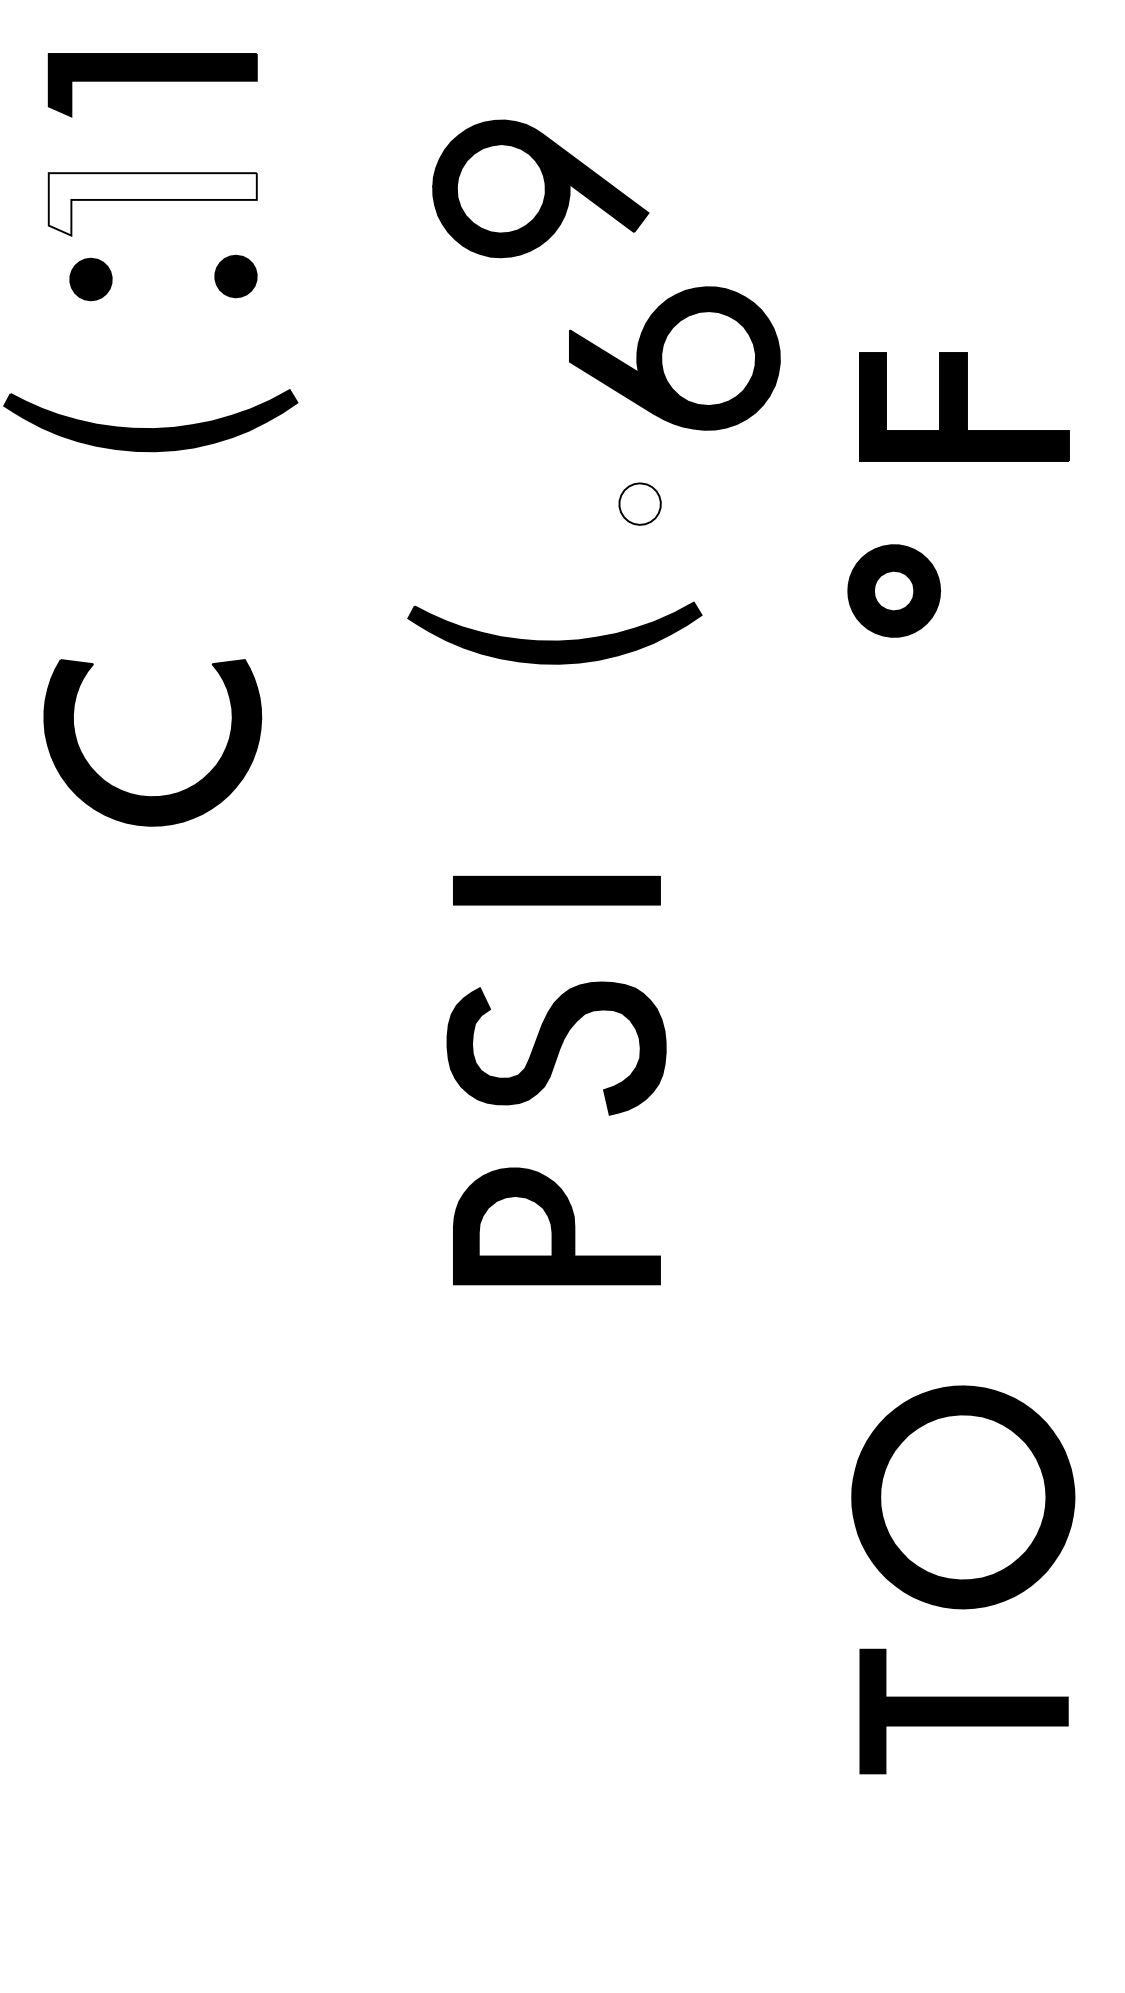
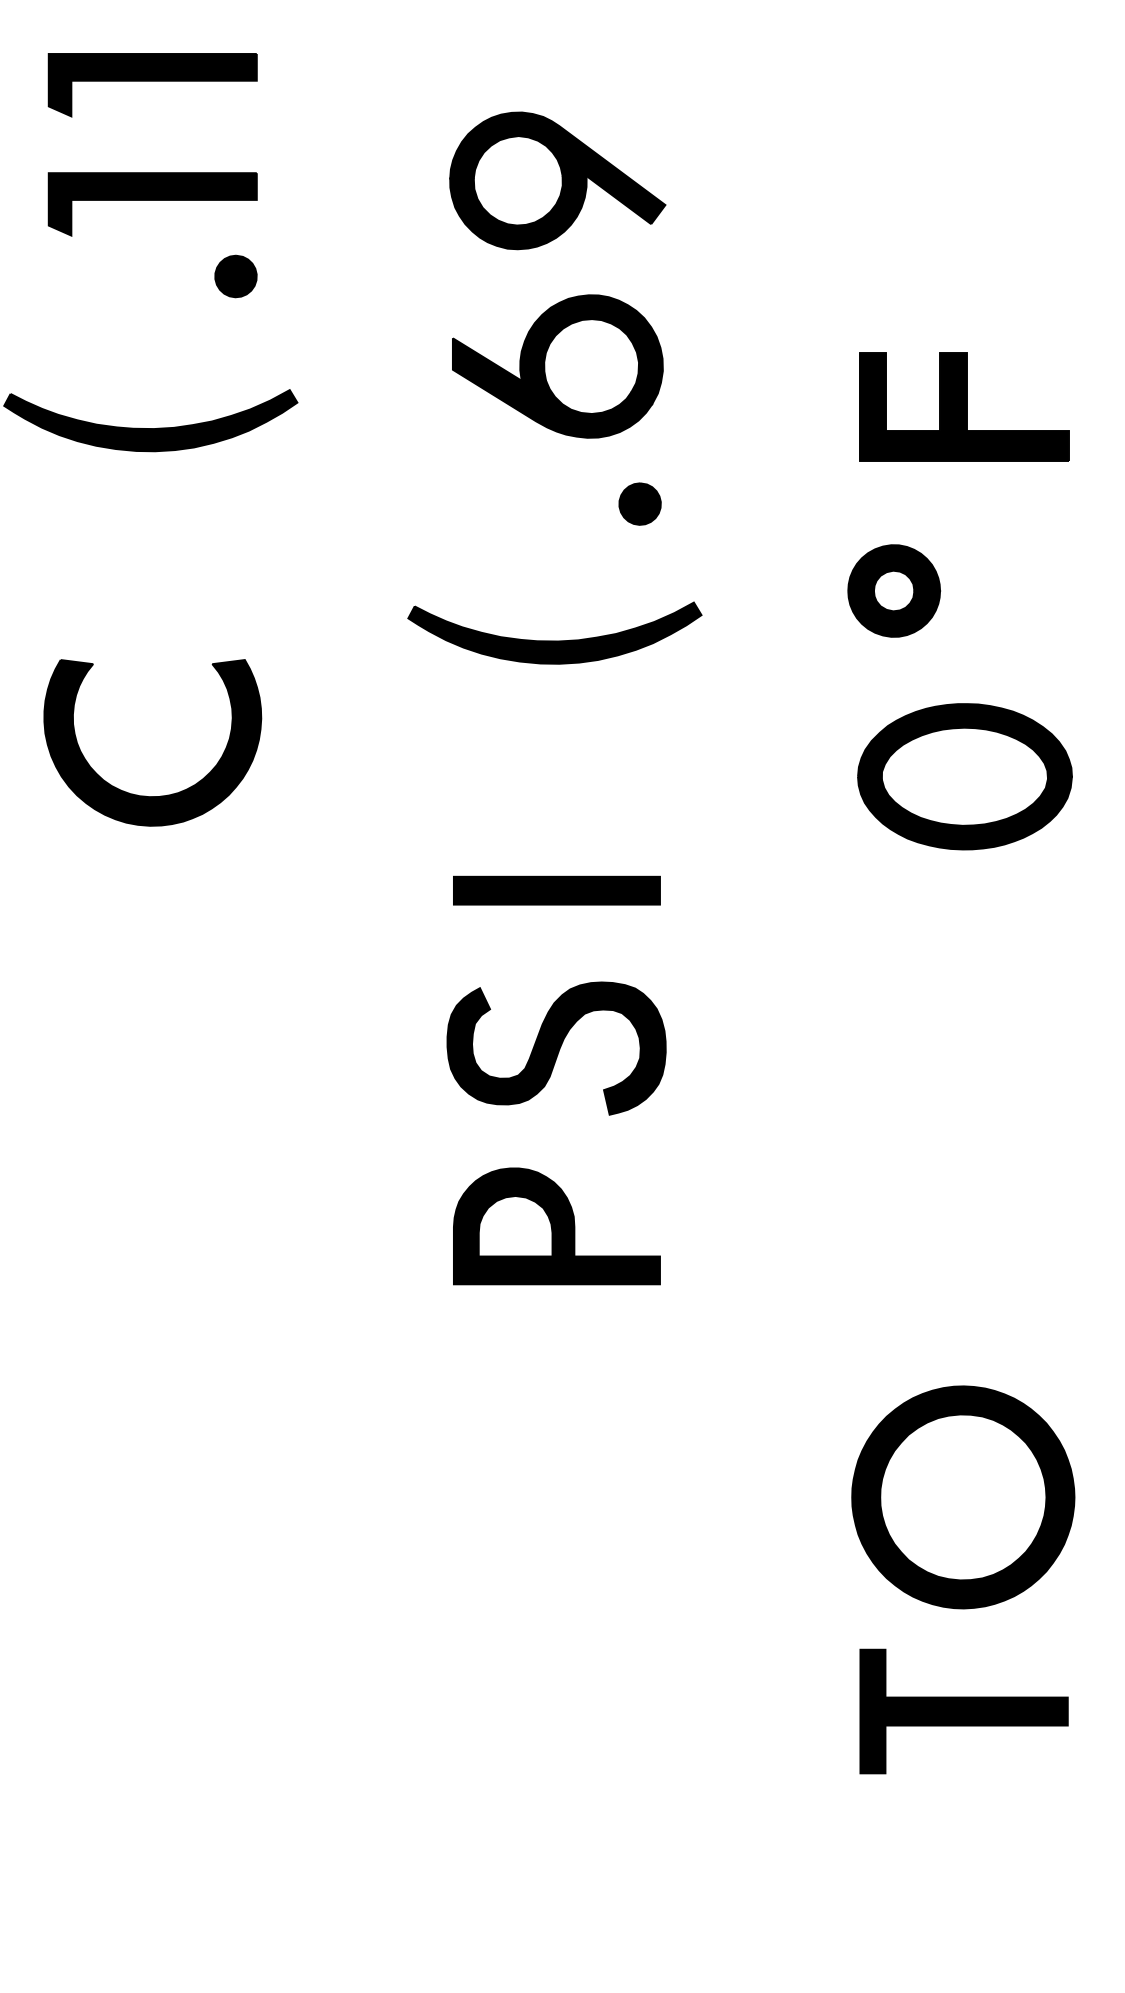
part at (540, 188) position: (540, 188) -> (557, 180)
fill at (152, 204): none -> present
part at (90, 279): present -> none
part at (674, 358) position: (674, 358) -> (557, 366)
fill at (639, 503): none -> present
part at (964, 776): none -> present
